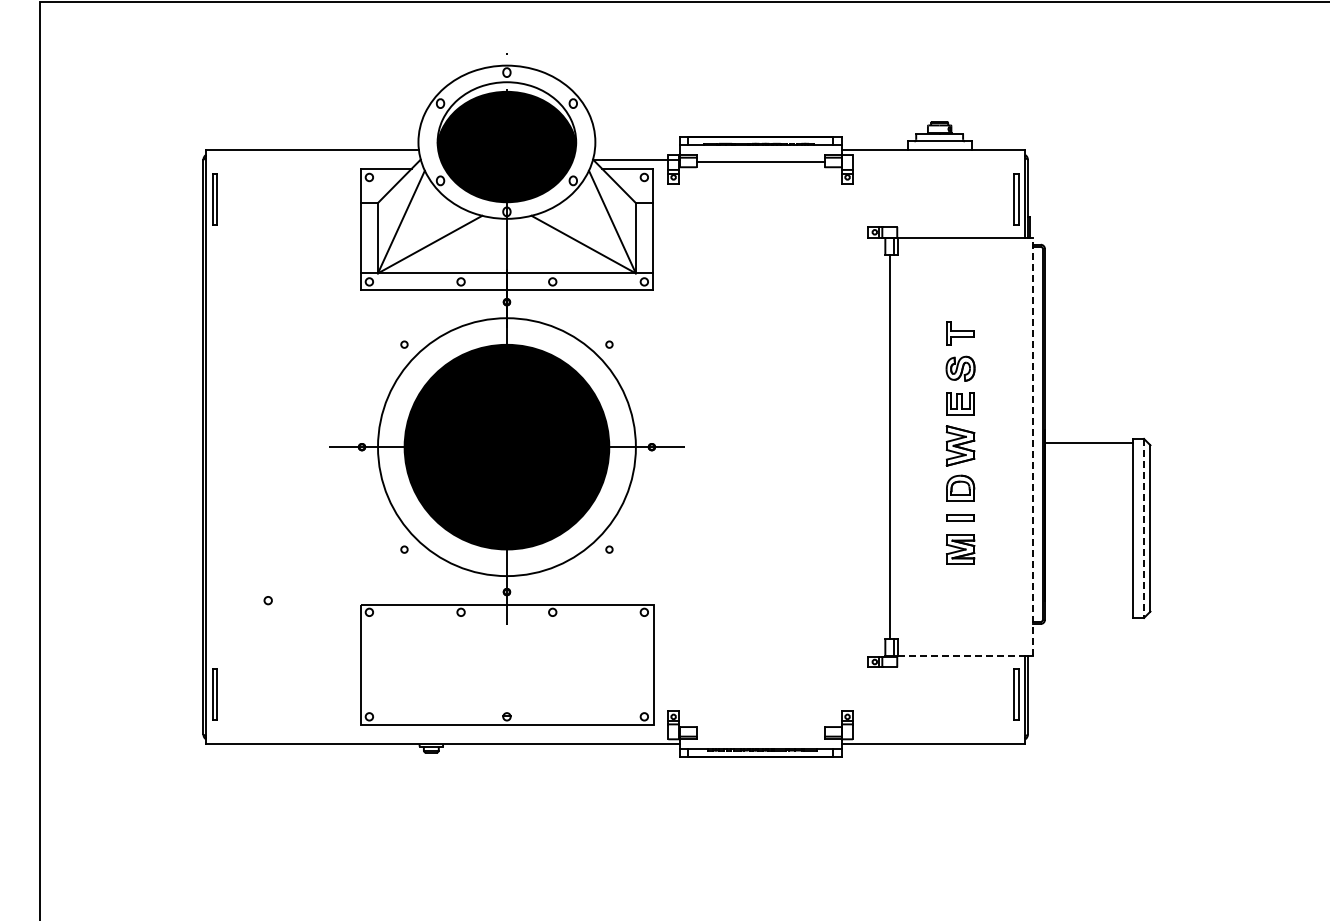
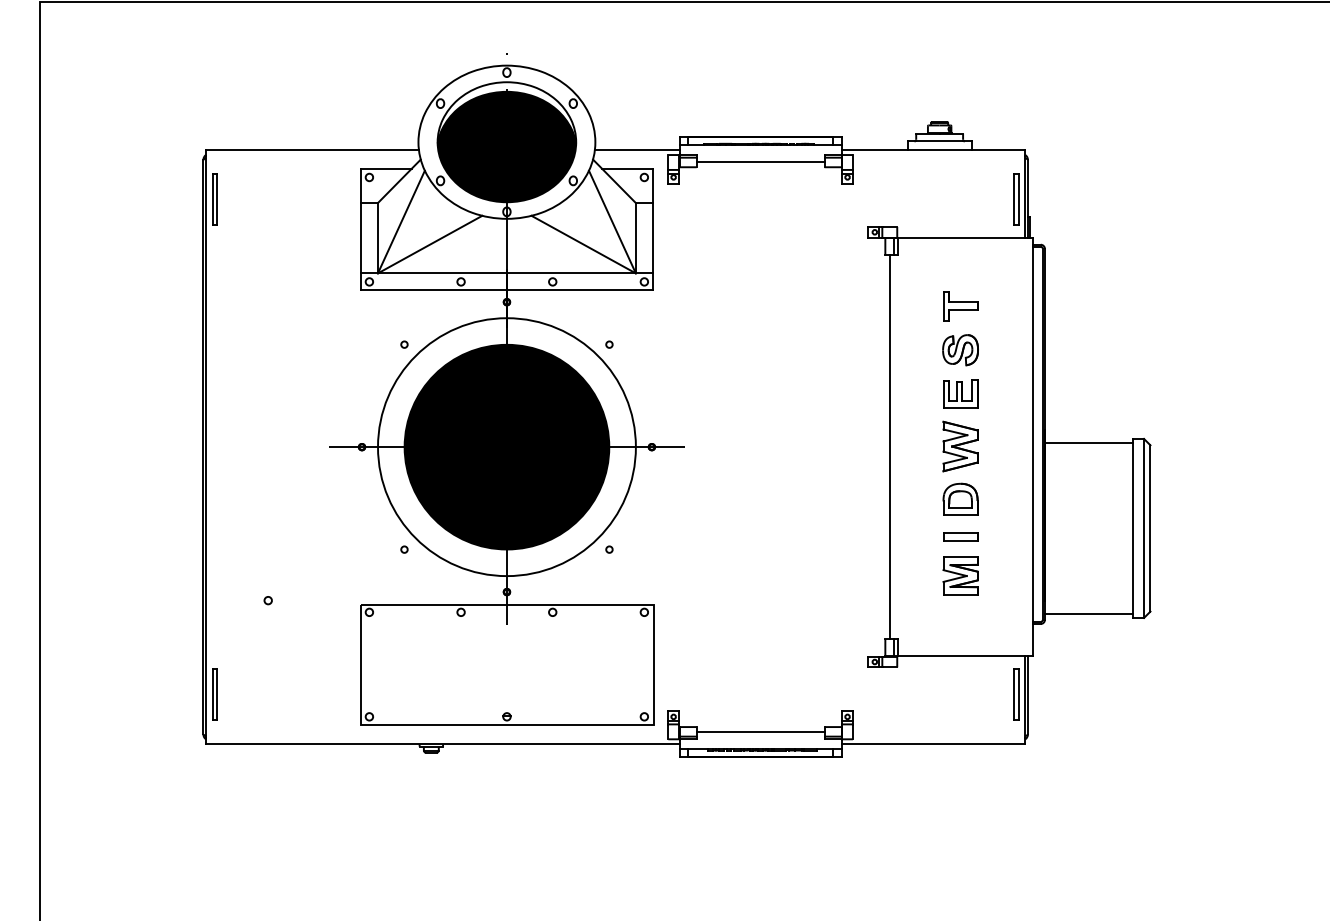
line at (636, 159) position: (636, 159) -> (636, 149)
part at (960, 442) size: 31x244 px -> 37x305 px
line at (1033, 447): dashed -> solid
line at (1144, 528): dashed -> solid
line at (1088, 613): none -> present
line at (961, 656): dashed -> solid
line at (760, 731): none -> present
